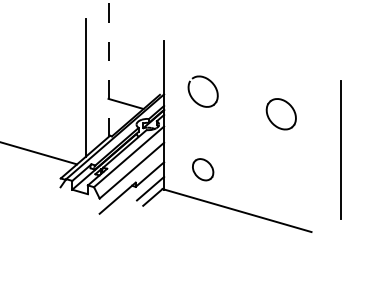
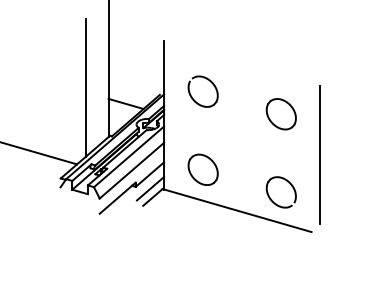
line at (108, 68): dashed -> solid
line at (340, 149) position: (340, 149) -> (319, 154)
part at (203, 169) size: 23x24 px -> 32x33 px
part at (271, 198): none -> present
